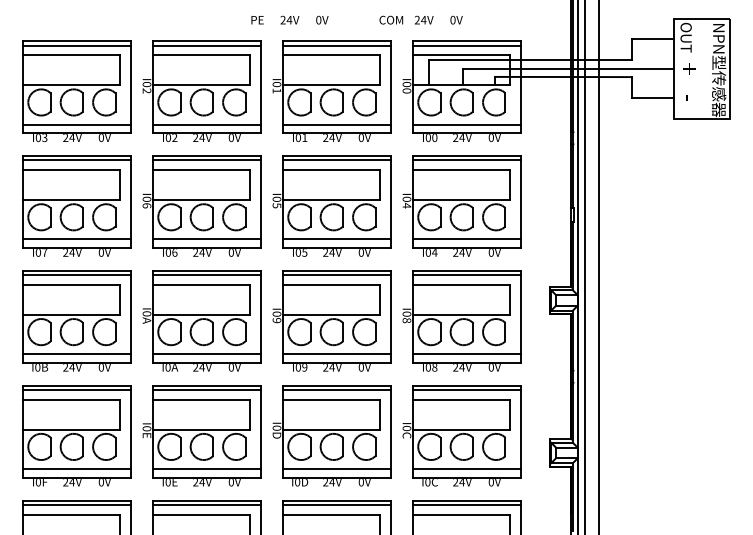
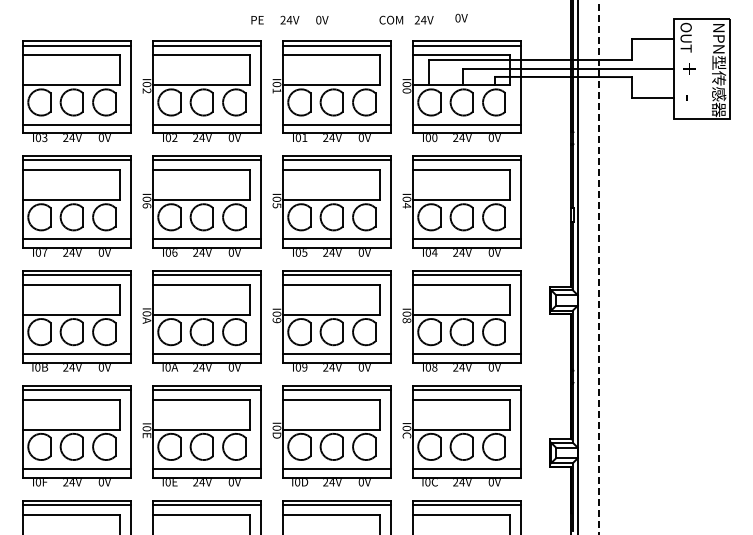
text at (456, 19) position: (456, 19) -> (461, 17)
line at (585, 266): present -> none
line at (599, 267): solid -> dashed
